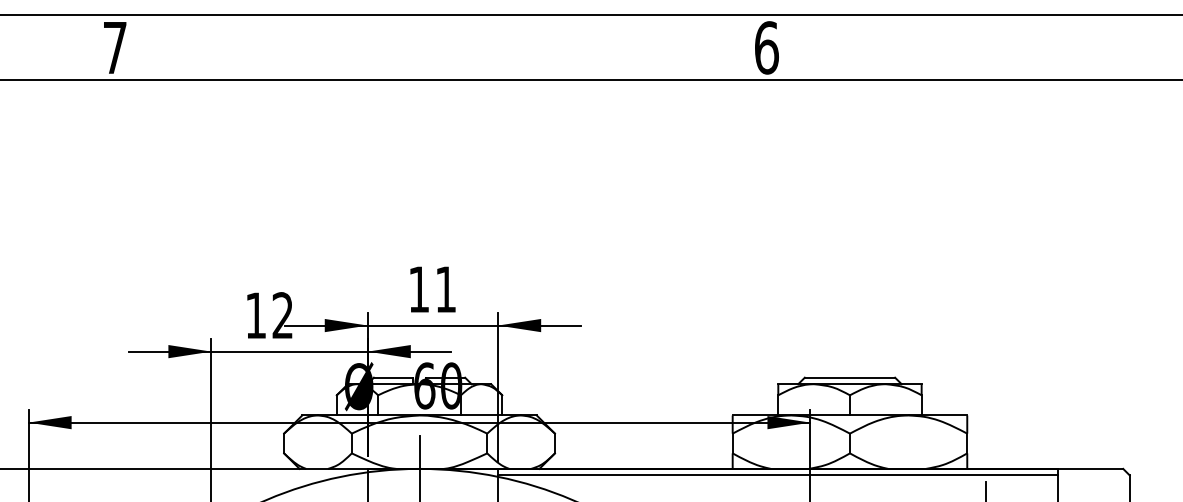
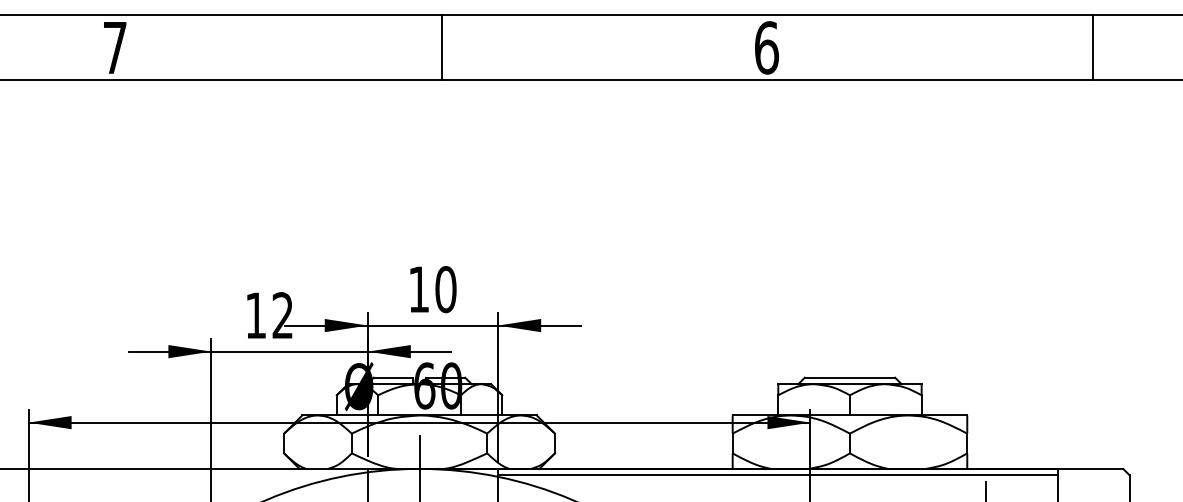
line at (441, 47): none -> present
line at (1093, 47): none -> present
text at (445, 289): 11 -> 10
